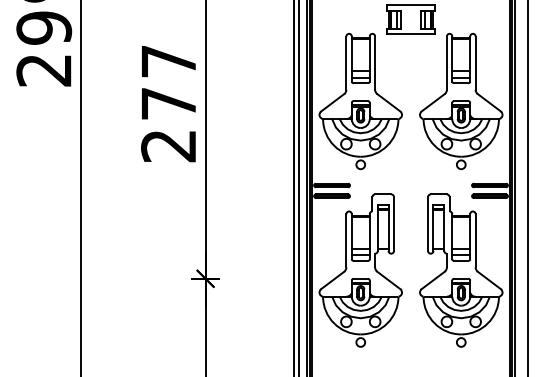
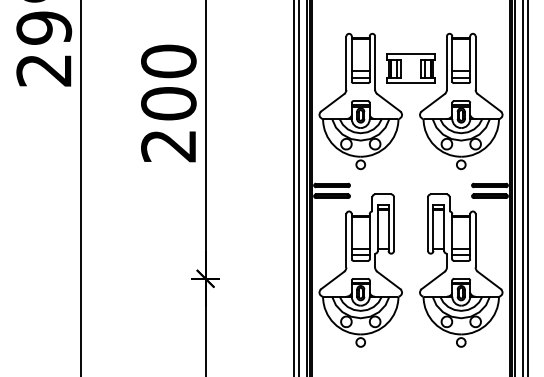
part at (410, 19) position: (410, 19) -> (410, 68)
text at (168, 82): 277 -> 200
line at (522, 187): none -> present
